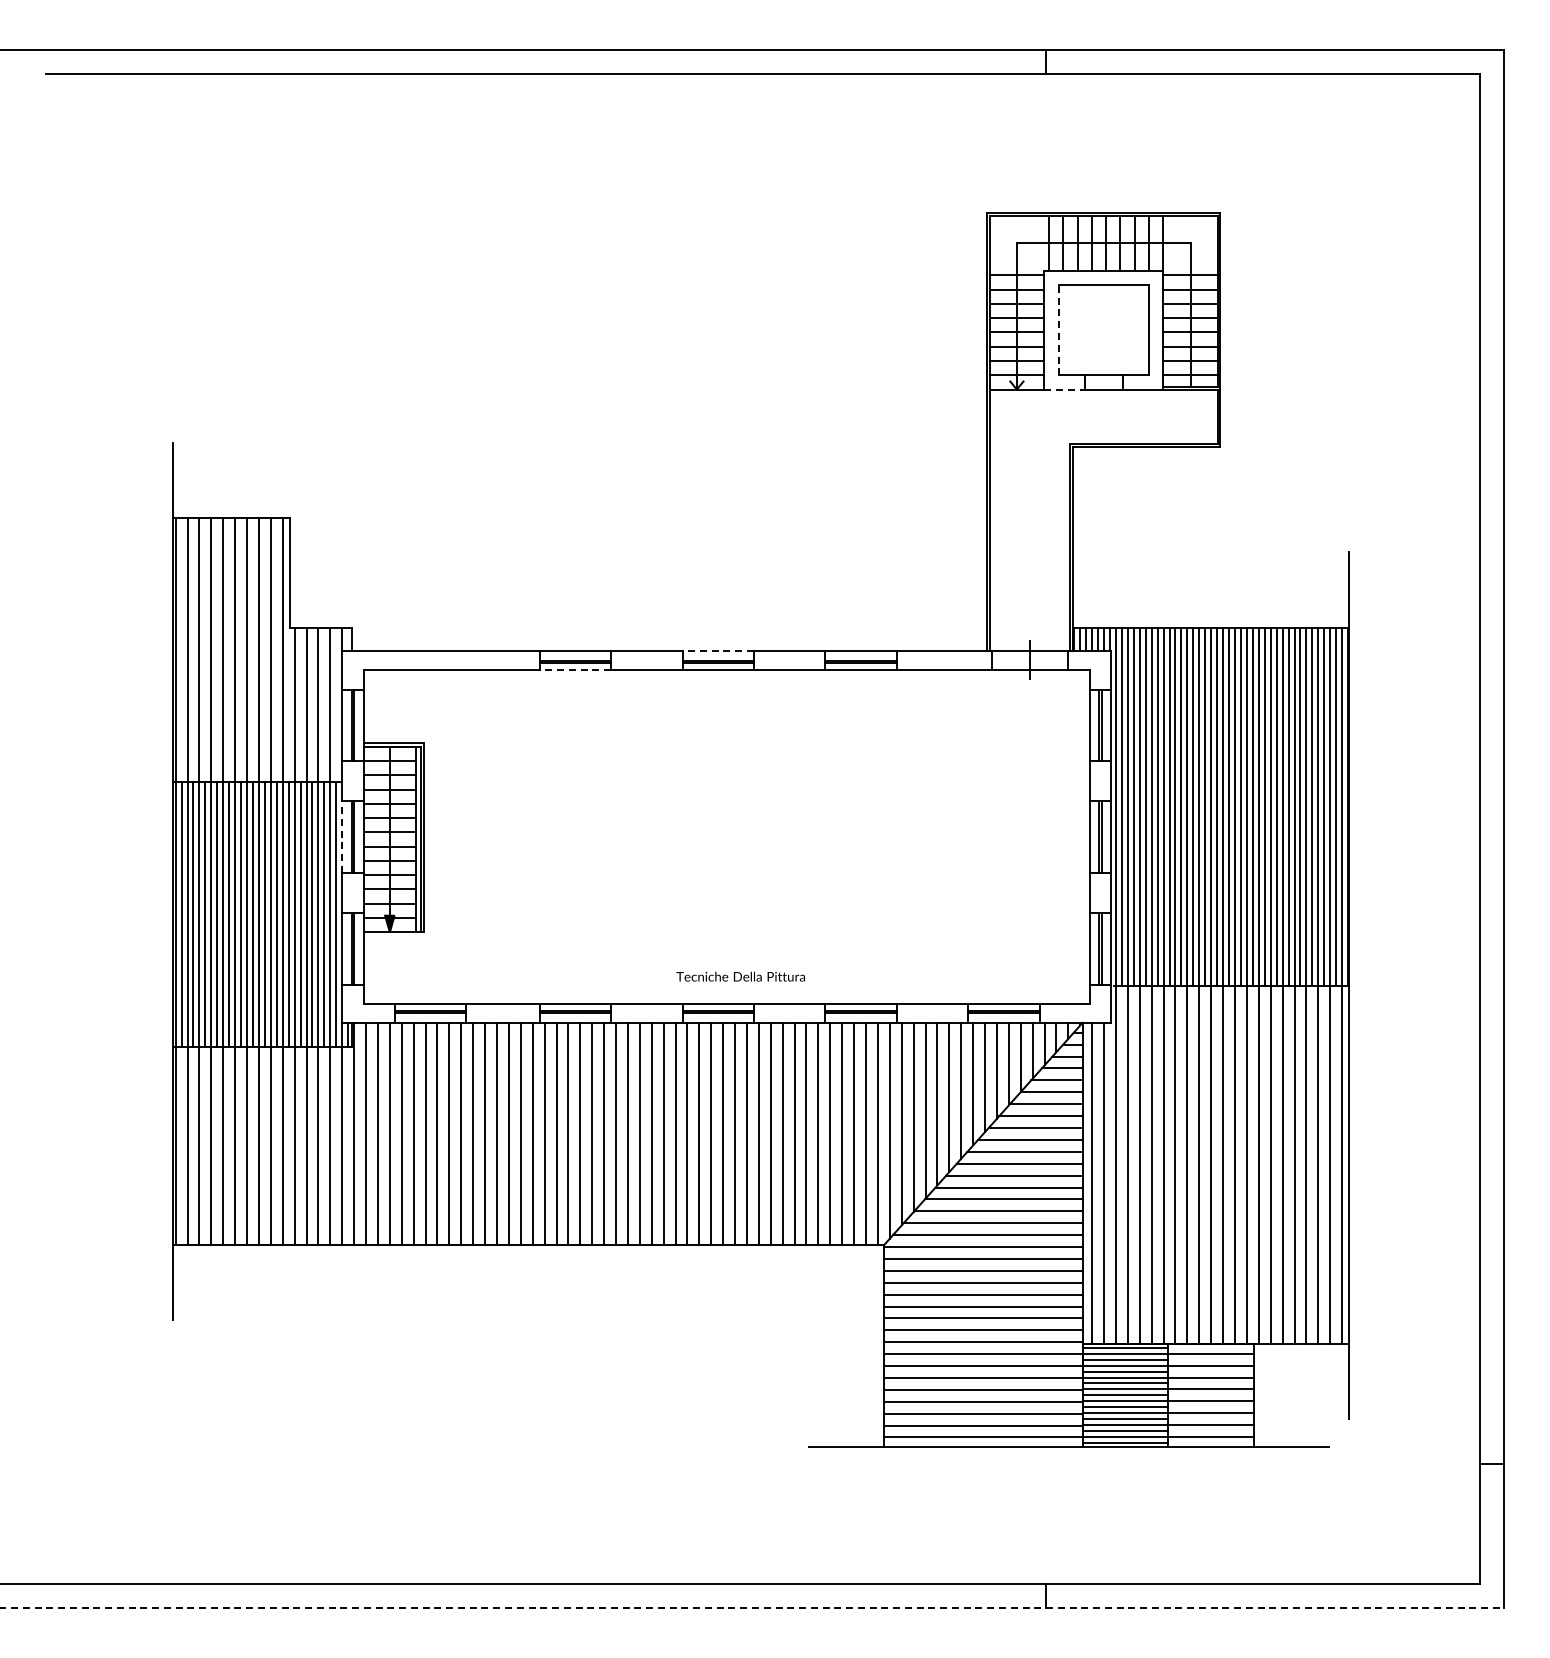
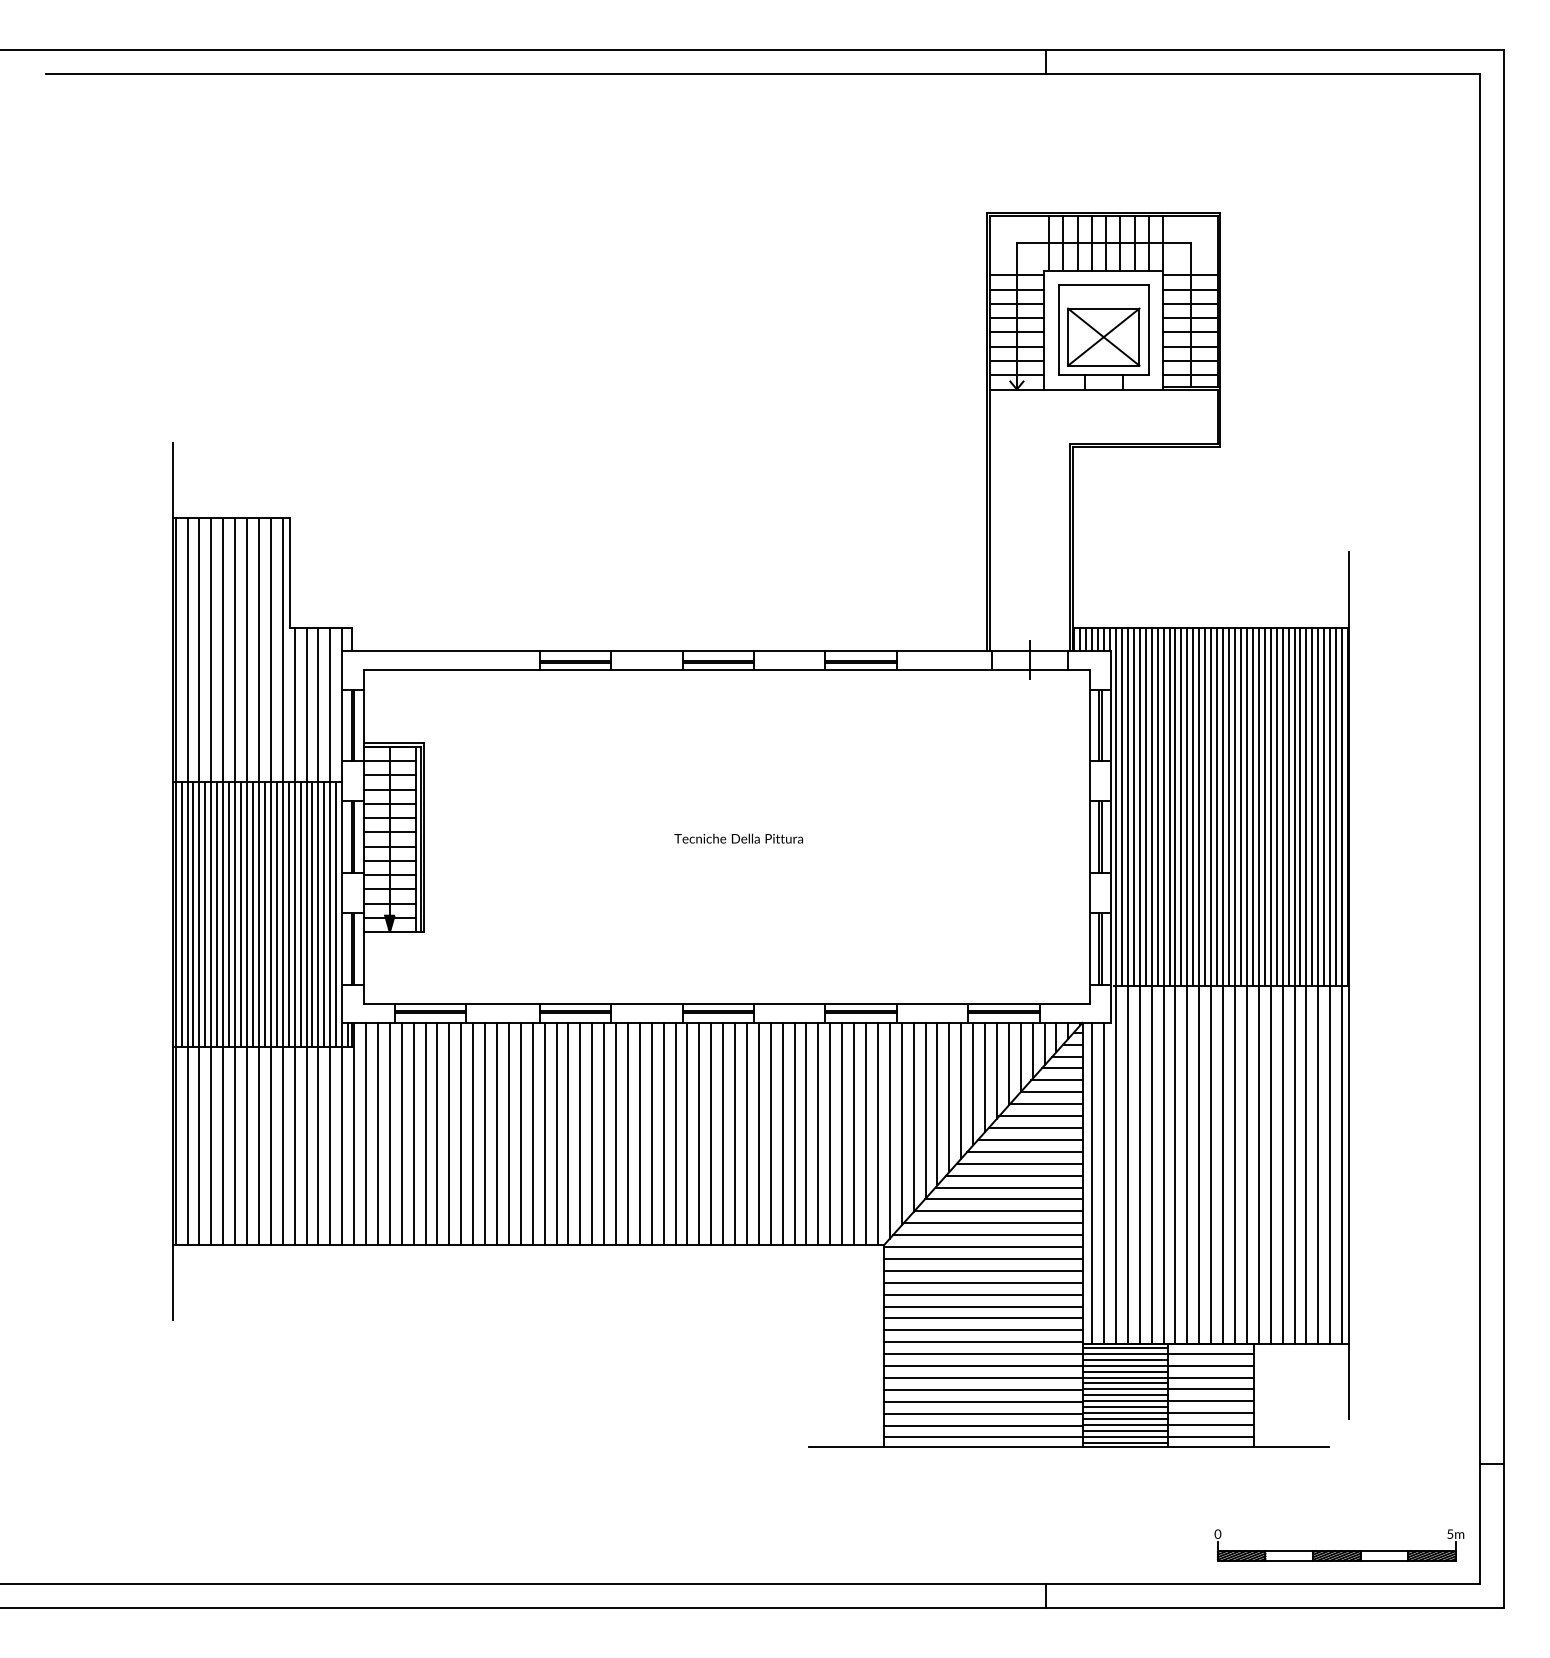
line at (1058, 329): dashed -> solid
part at (1103, 336): none -> present
line at (1064, 389): dashed -> solid
line at (718, 651): dashed -> solid
line at (575, 670): dashed -> solid
line at (342, 837): dashed -> solid
text at (740, 976) position: (740, 976) -> (738, 838)
part at (1339, 1545): none -> present
line at (752, 1608): dashed -> solid
